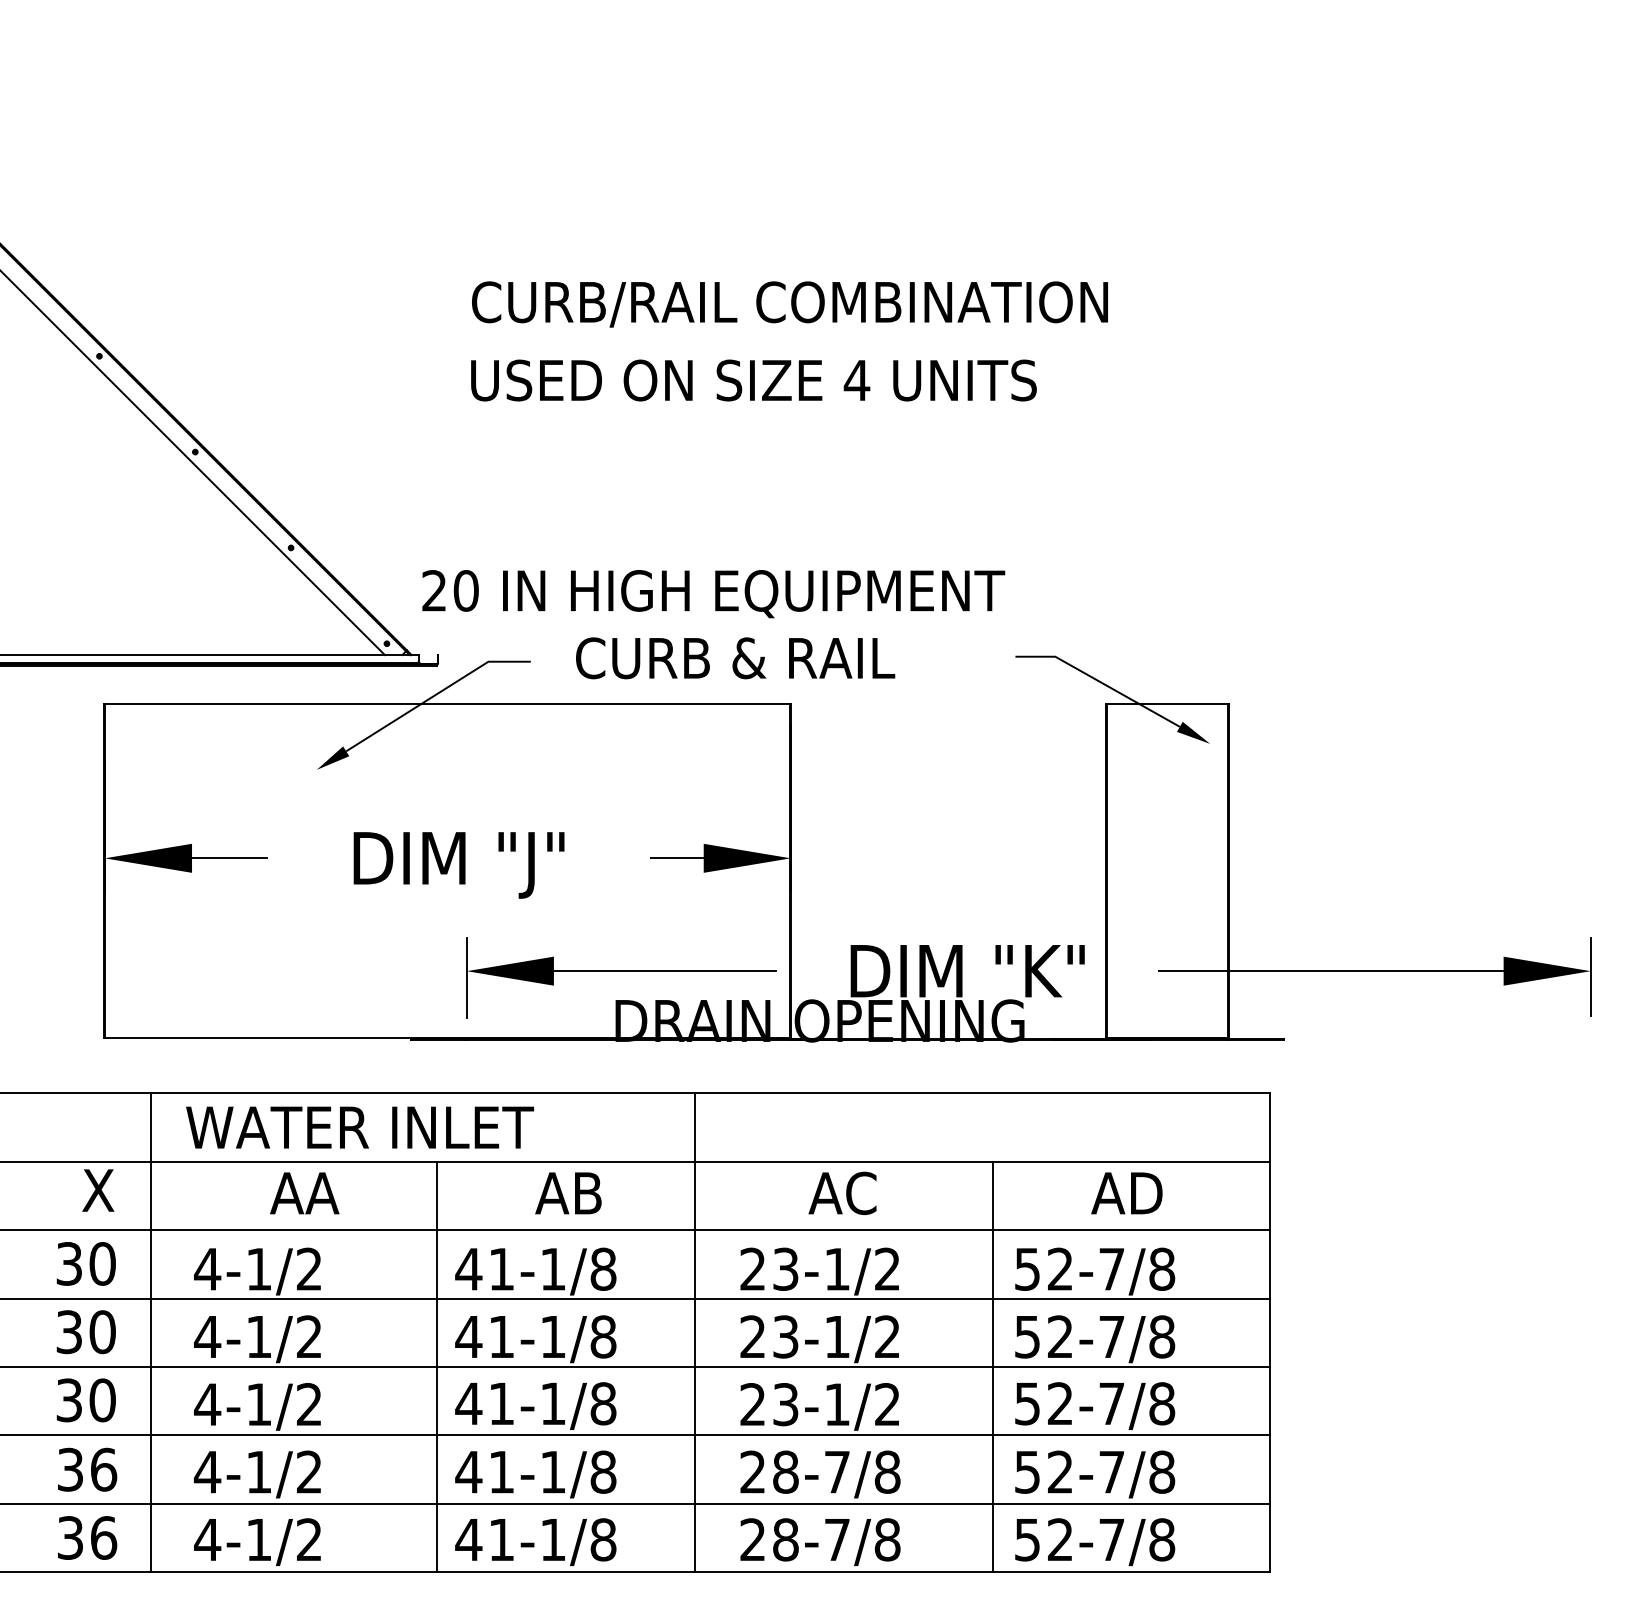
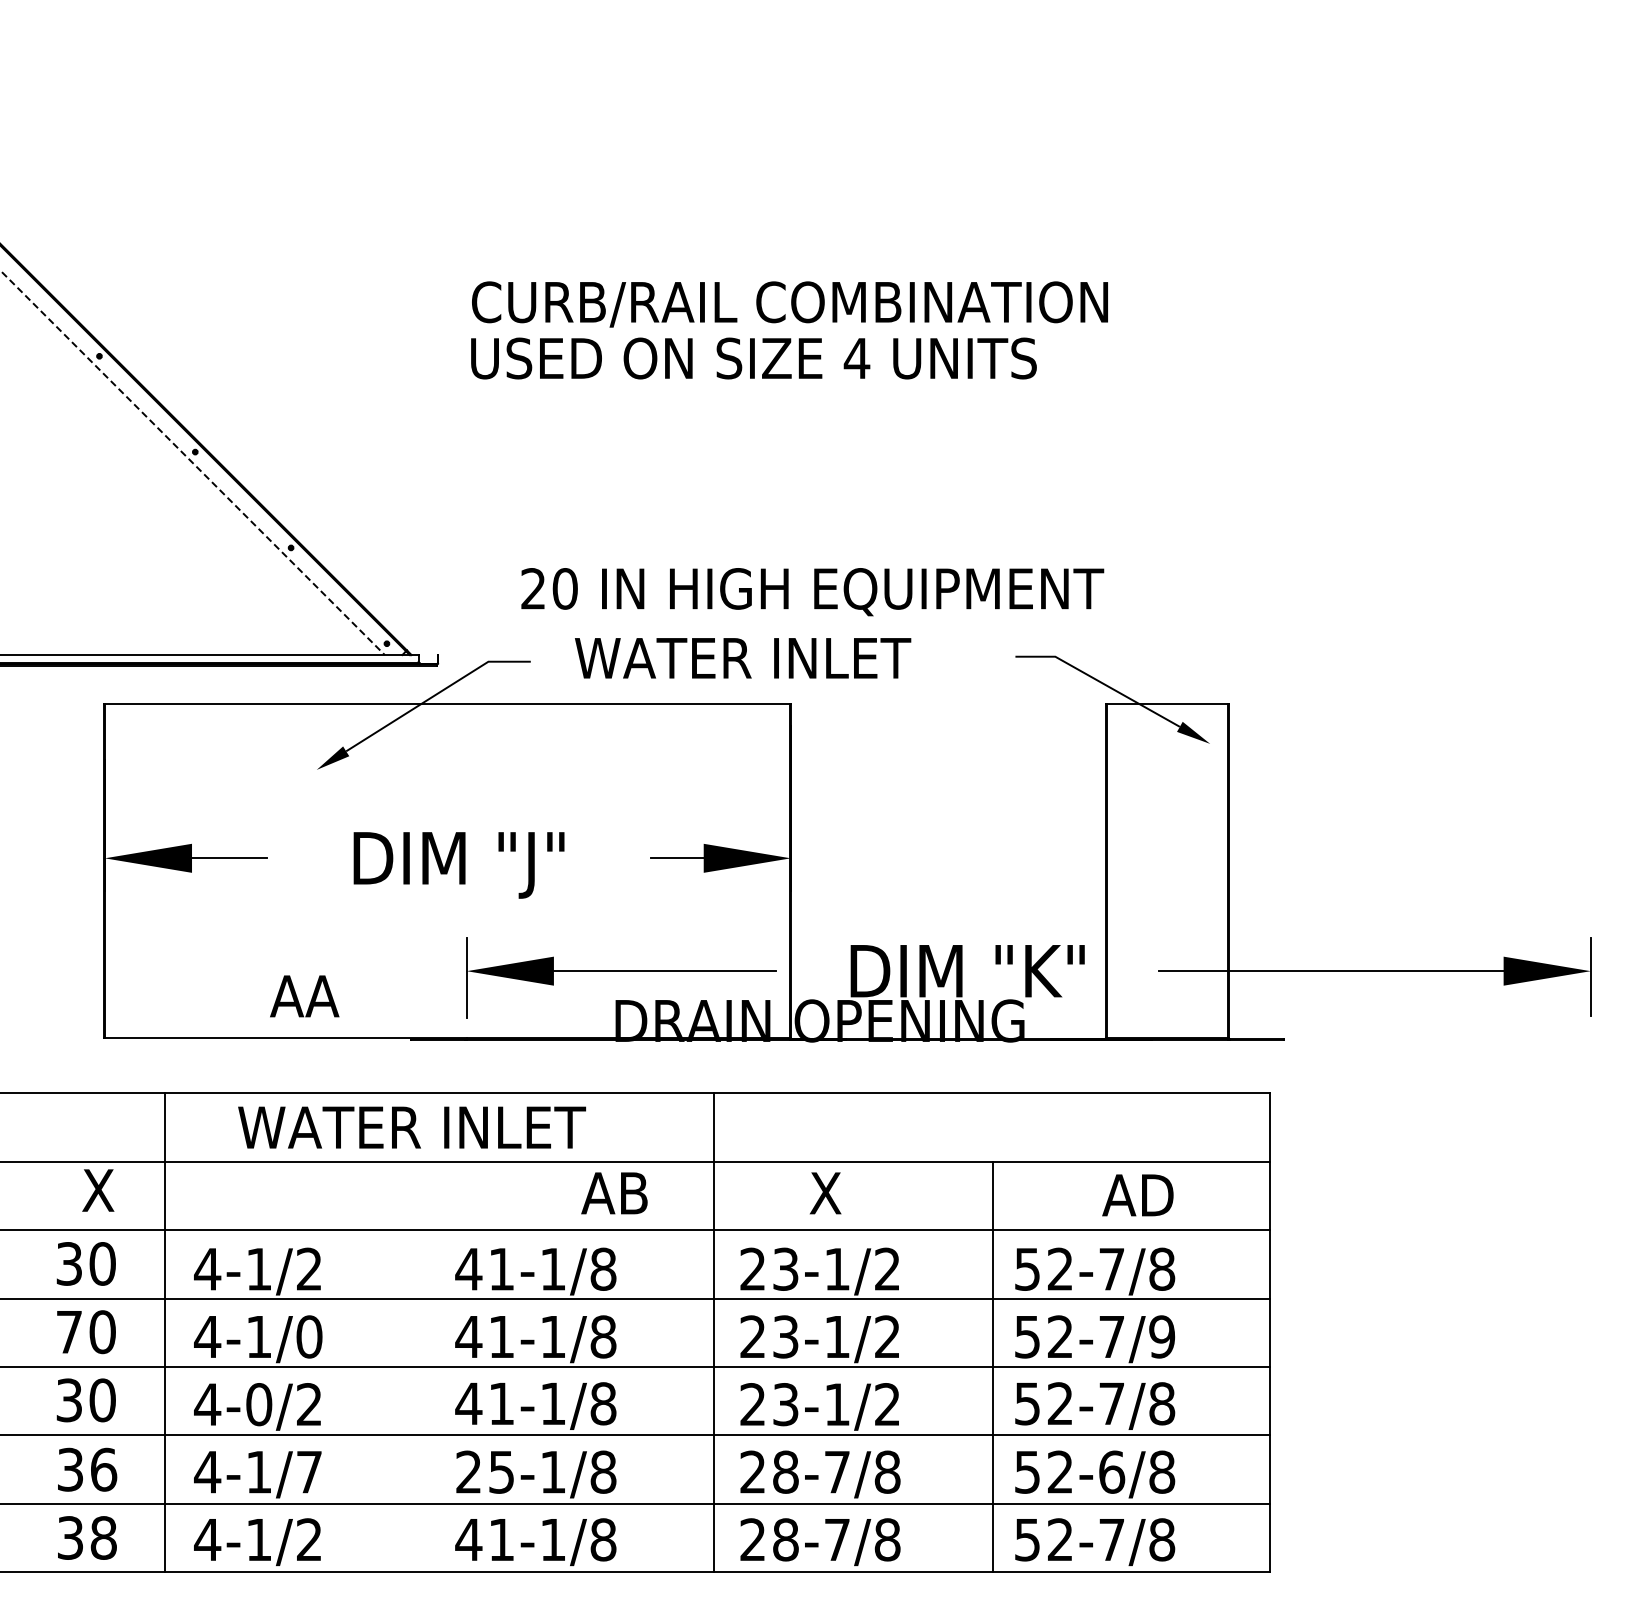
text at (753, 380) position: (753, 380) -> (753, 358)
line at (192, 462): solid -> dashed
text at (713, 594) position: (713, 594) -> (812, 592)
text at (743, 658): CURB & RAIL -> WATER INLET
text at (359, 1127) position: (359, 1127) -> (411, 1127)
text at (304, 1193) position: (304, 1193) -> (304, 996)
text at (568, 1193) position: (568, 1193) -> (614, 1193)
text at (842, 1193): AC -> X
text at (1126, 1193) position: (1126, 1193) -> (1137, 1195)
text at (68, 1332): 30 -> 70
line at (150, 1332) position: (150, 1332) -> (164, 1332)
line at (695, 1332) position: (695, 1332) -> (714, 1332)
text at (309, 1336): 4-1/2 -> 4-1/0
text at (1162, 1336): 52-7/8 -> 52-7/9
line at (436, 1366): present -> none
text at (259, 1404): 4-1/2 -> 4-0/2
text at (309, 1471): 4-1/2 -> 4-1/7
text at (484, 1471): 41-1/8 -> 25-1/8
text at (1112, 1471): 52-7/8 -> 52-6/8
text at (103, 1537): 36 -> 38
